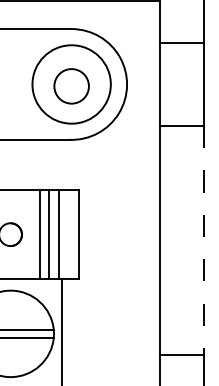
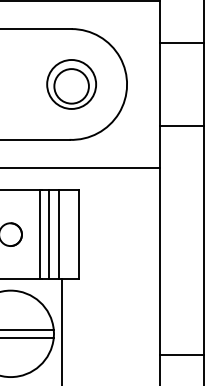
circle at (71, 84) diameter: 78 px -> 49 px
line at (80, 167): none -> present
line at (204, 240): dashed -> solid
